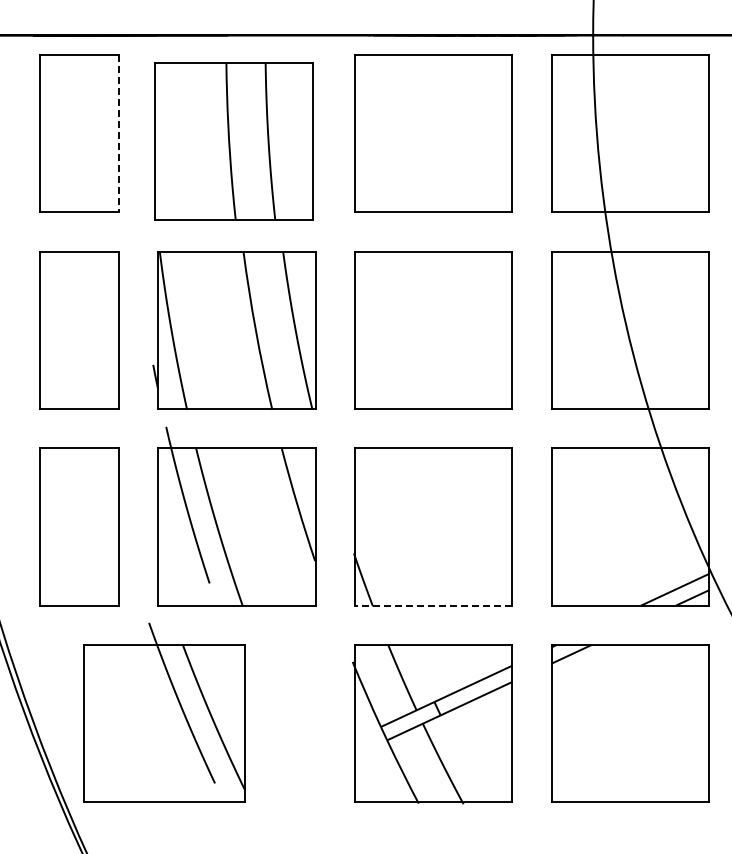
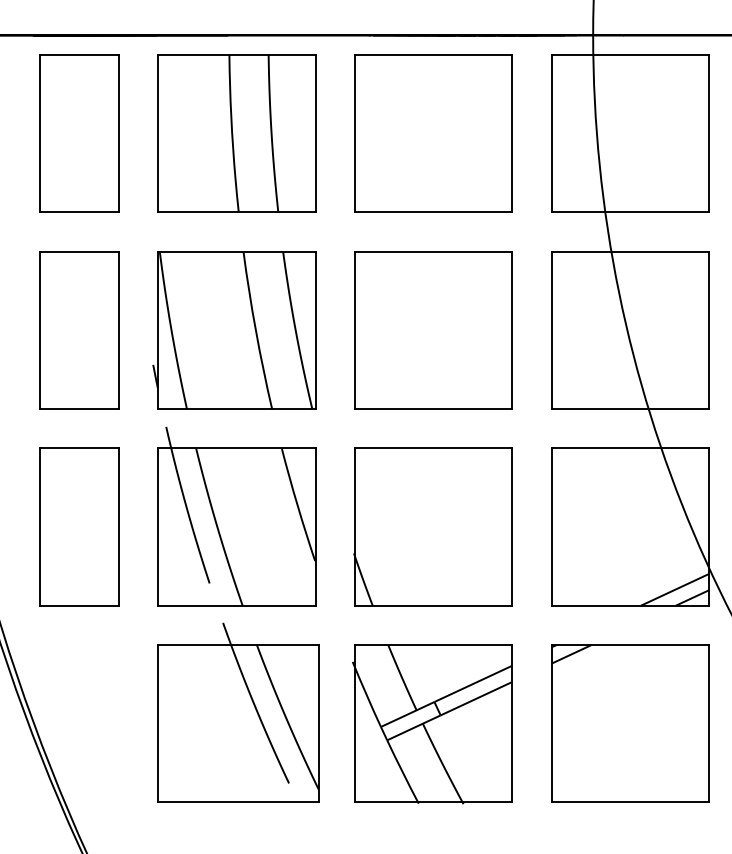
line at (118, 133): dashed -> solid
part at (233, 141) position: (233, 141) -> (236, 133)
line at (433, 605): dashed -> solid
part at (164, 712) position: (164, 712) -> (238, 712)
